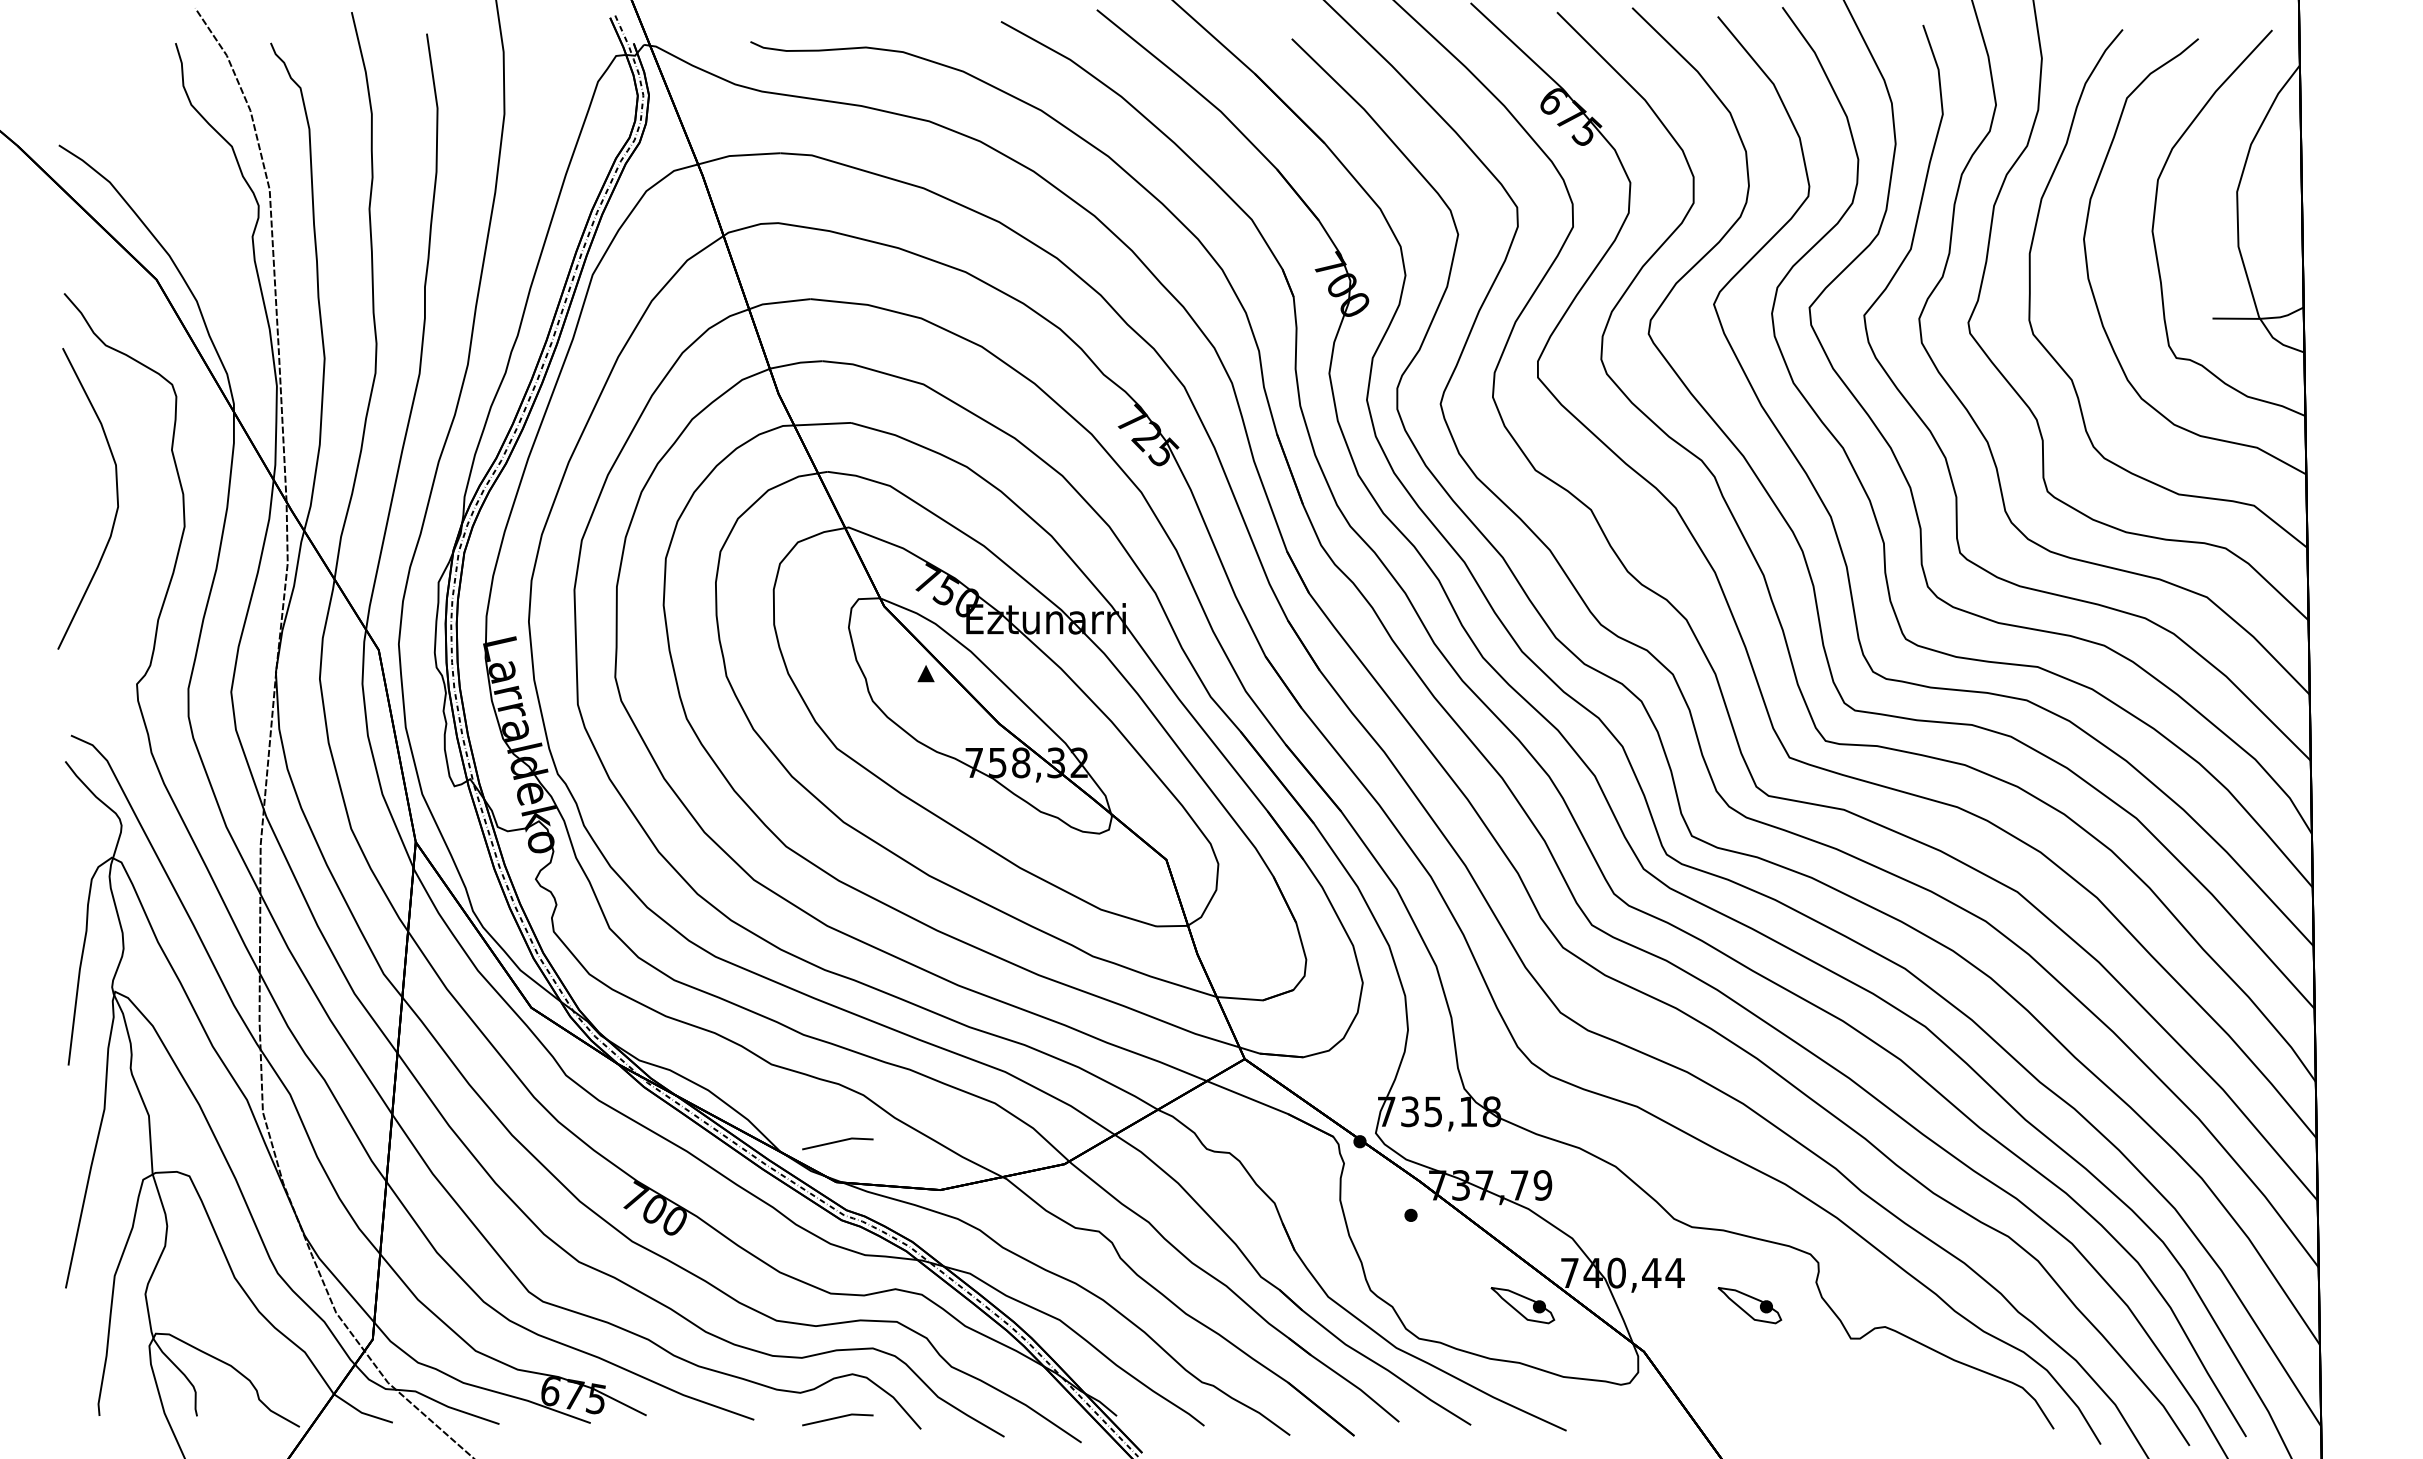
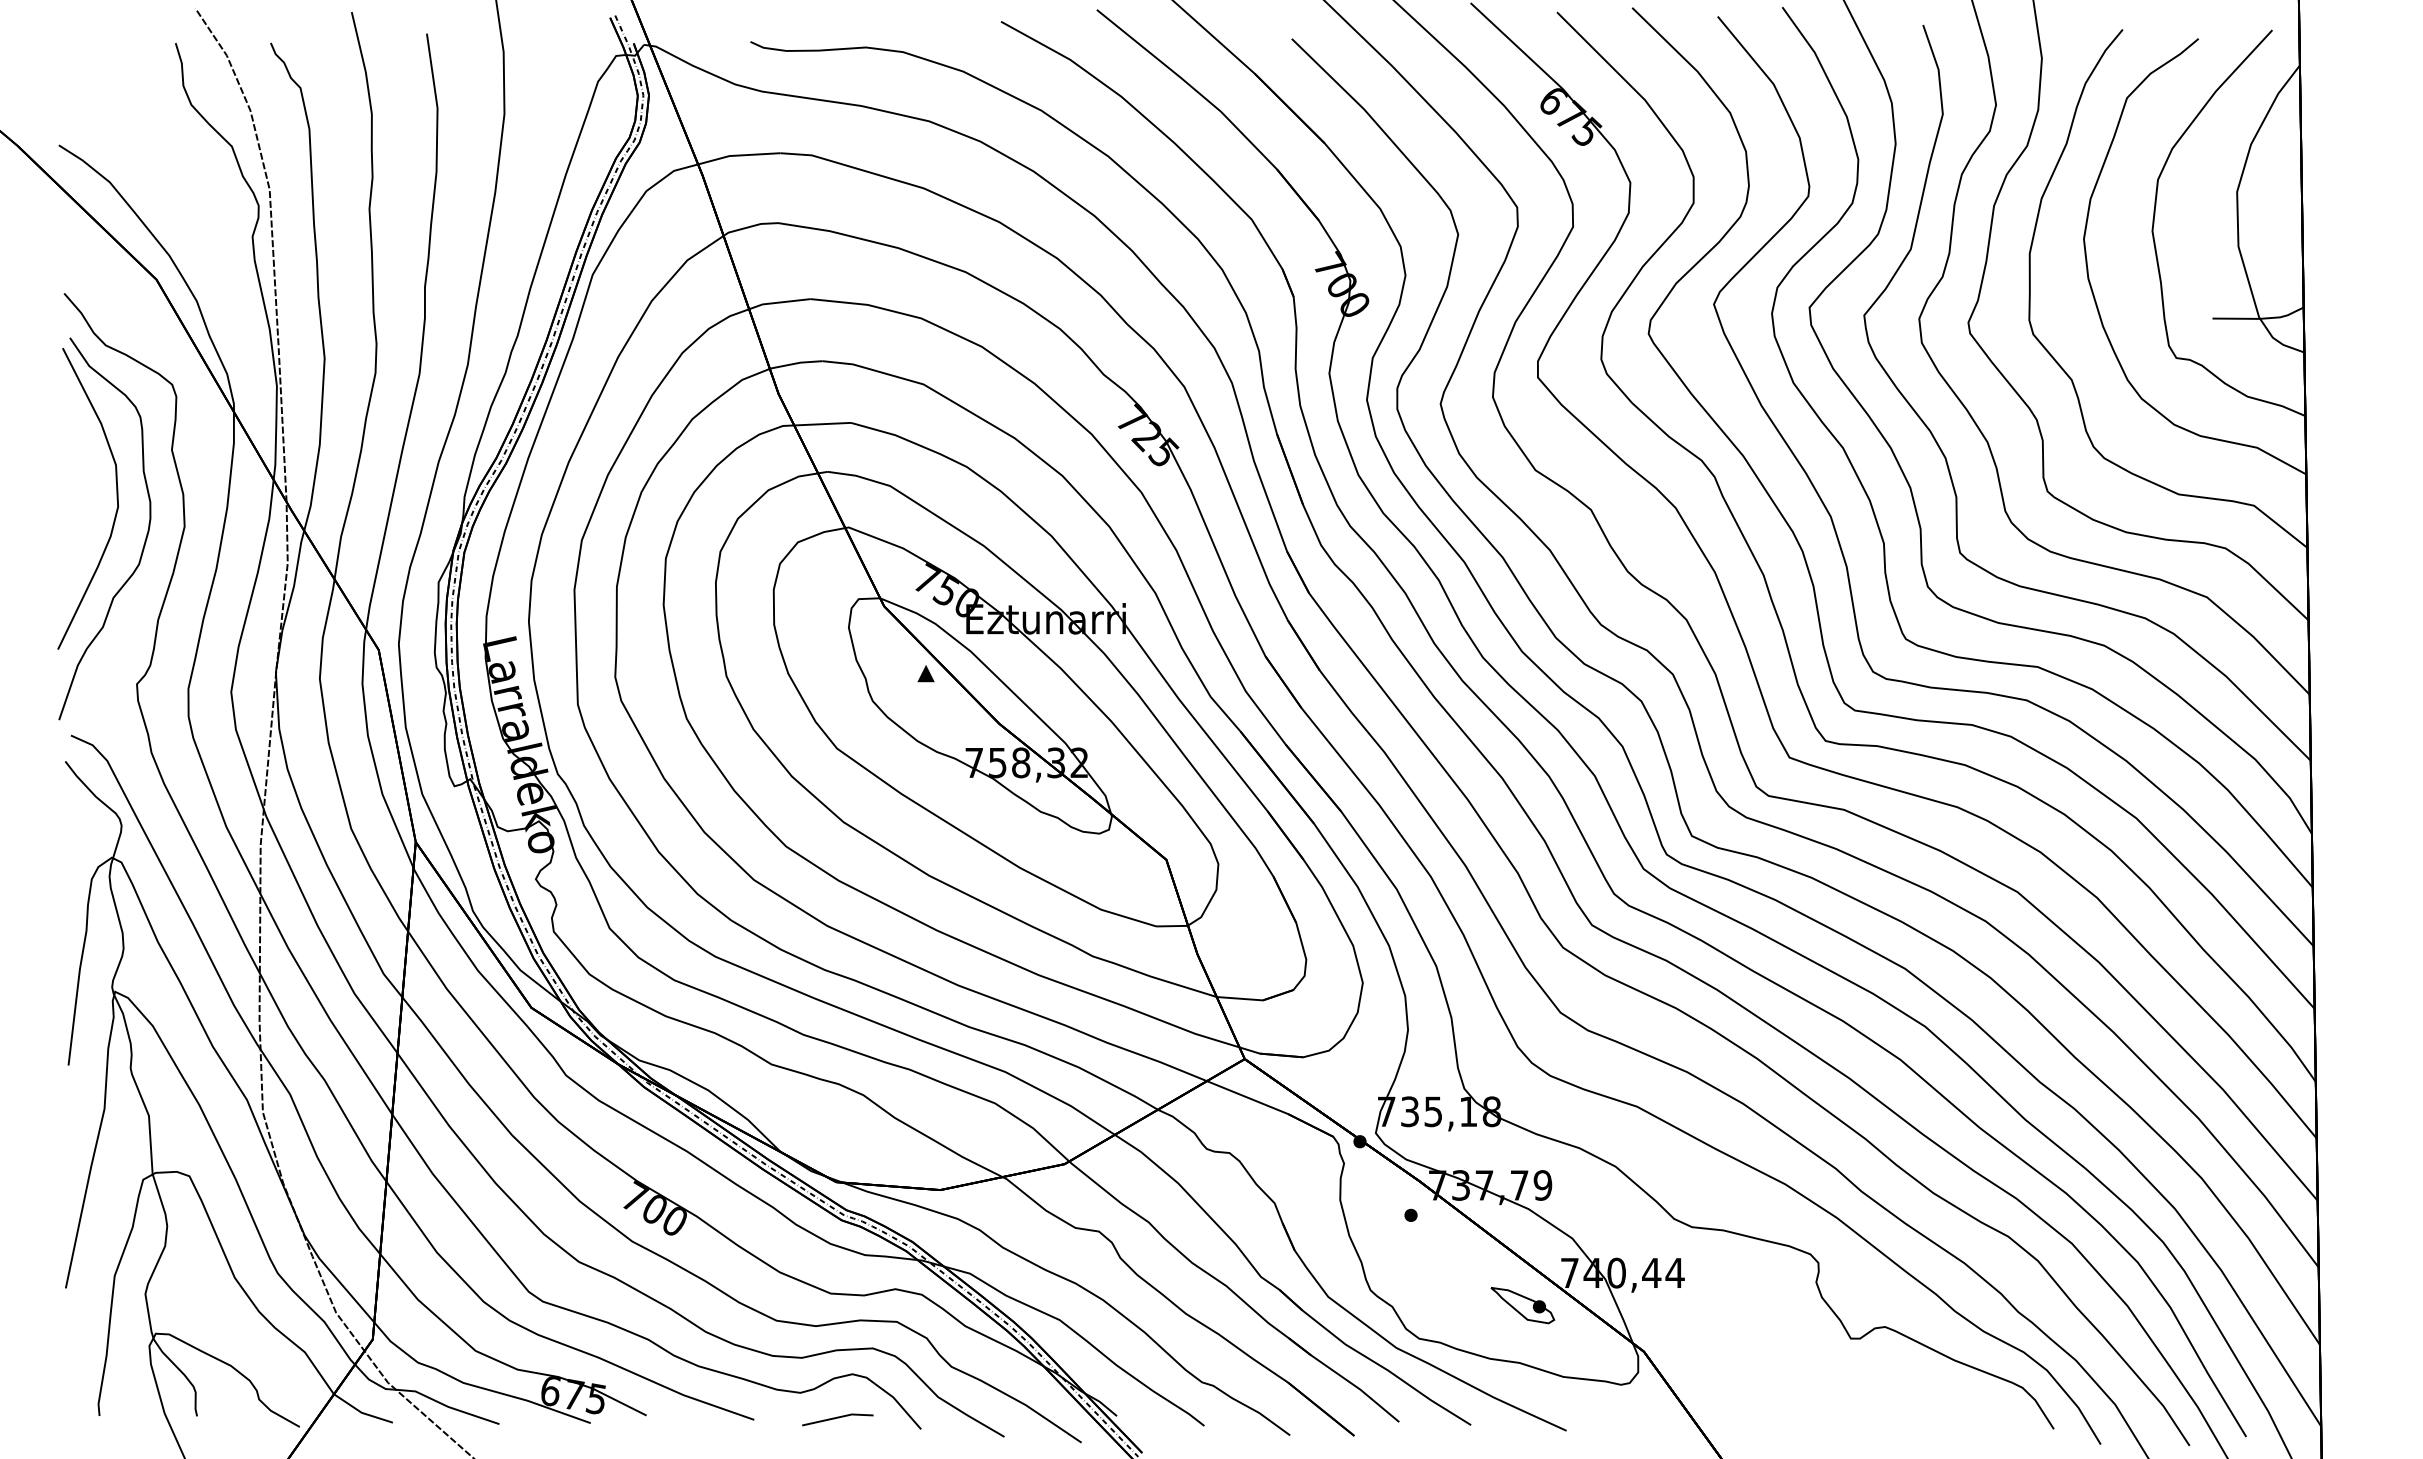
curve at (144, 540): none -> present
line at (837, 1142): present -> none
part at (1749, 1305): present -> none
